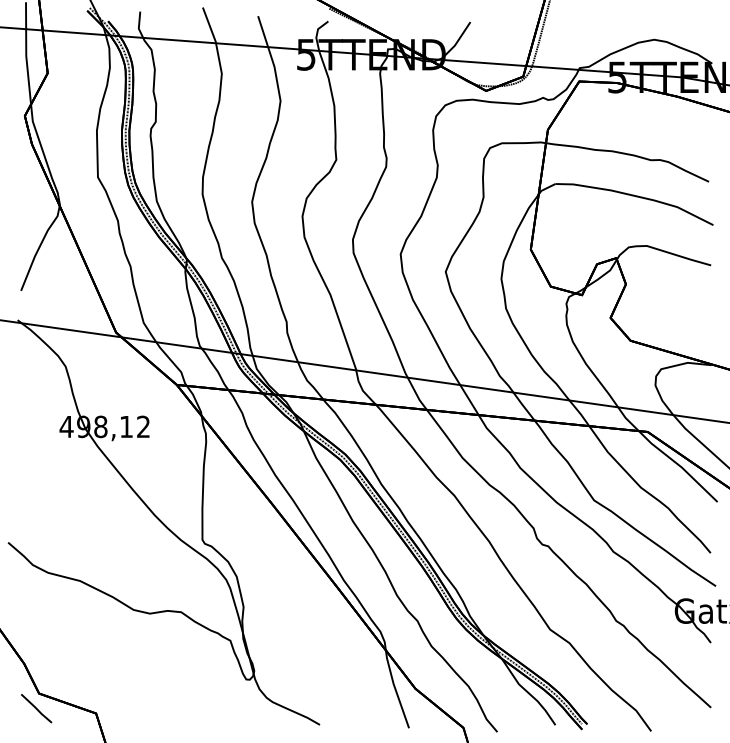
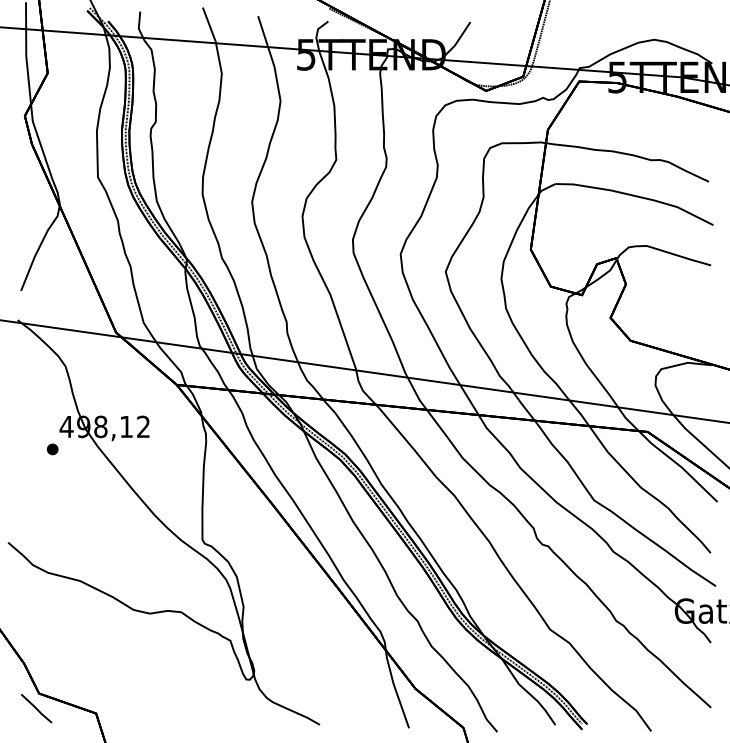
part at (52, 449): none -> present
